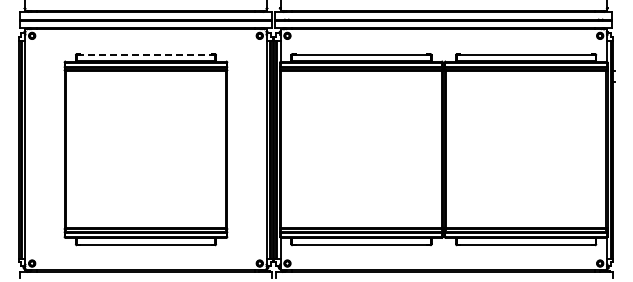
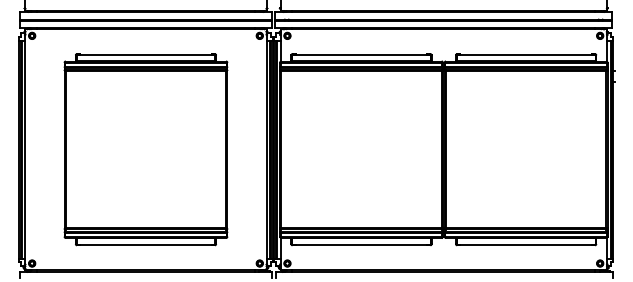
line at (146, 54): dashed -> solid
